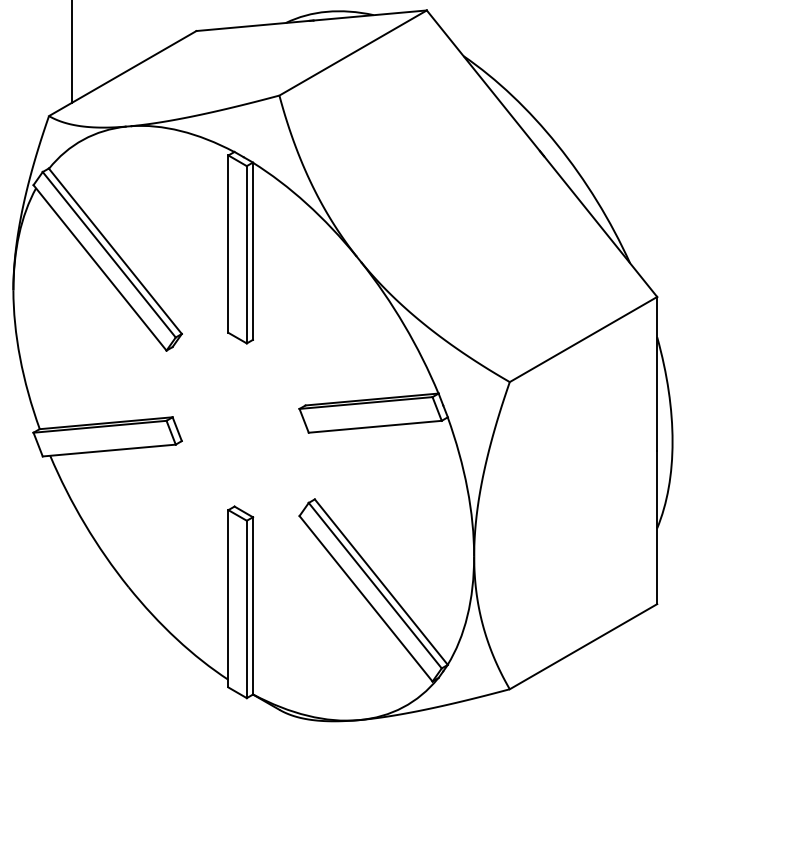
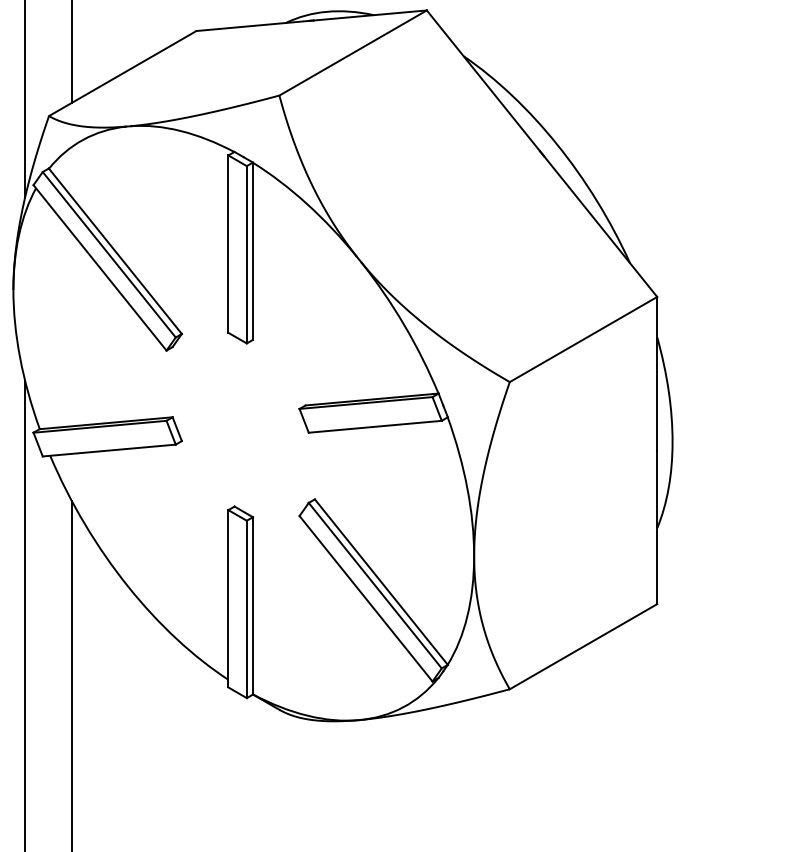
line at (25, 99): none -> present
line at (25, 614): none -> present
line at (72, 674): none -> present
